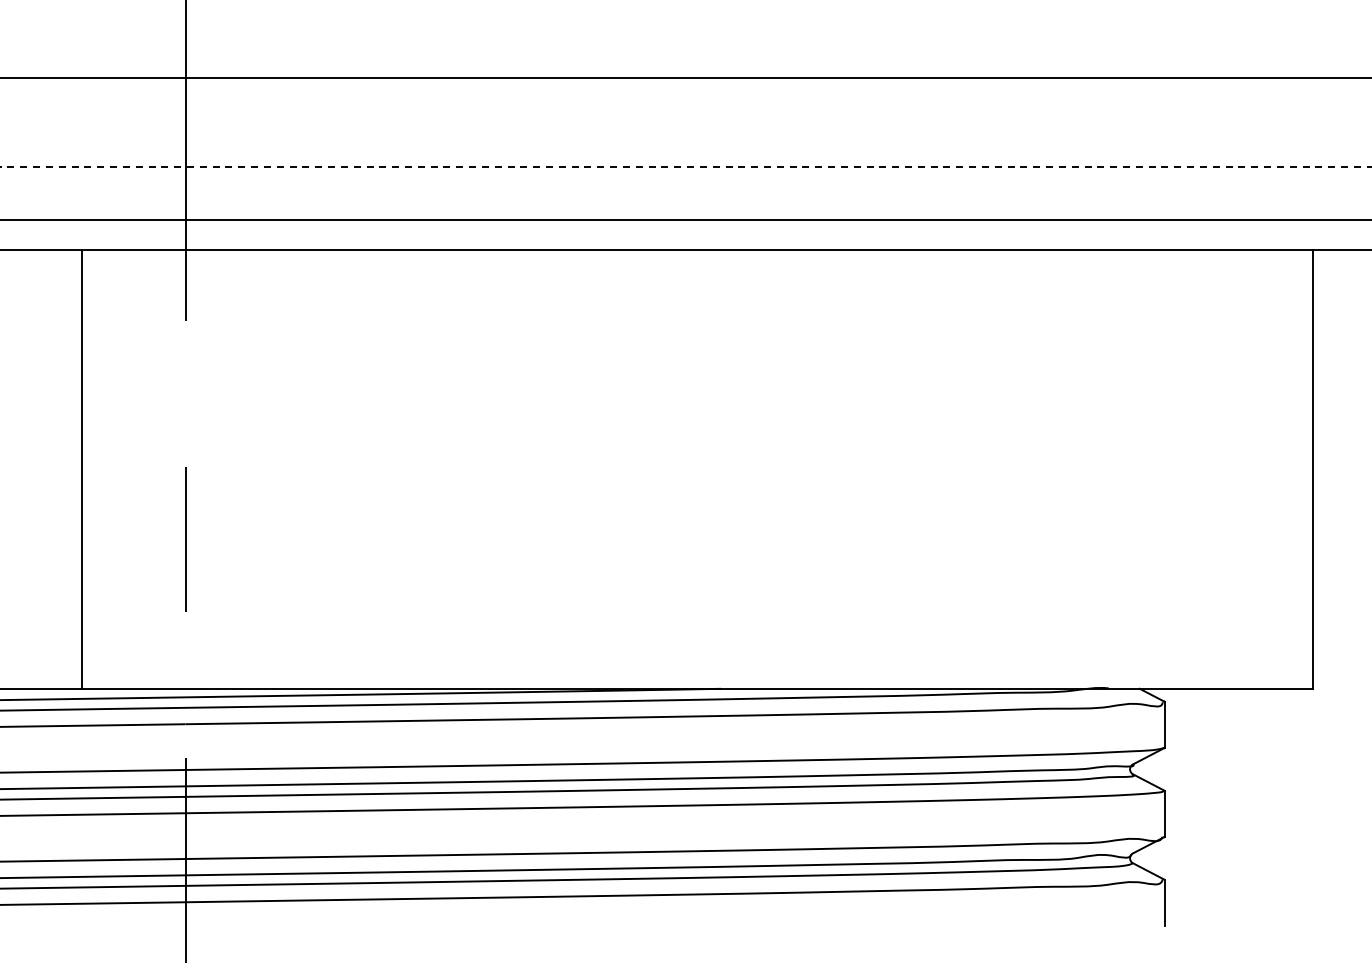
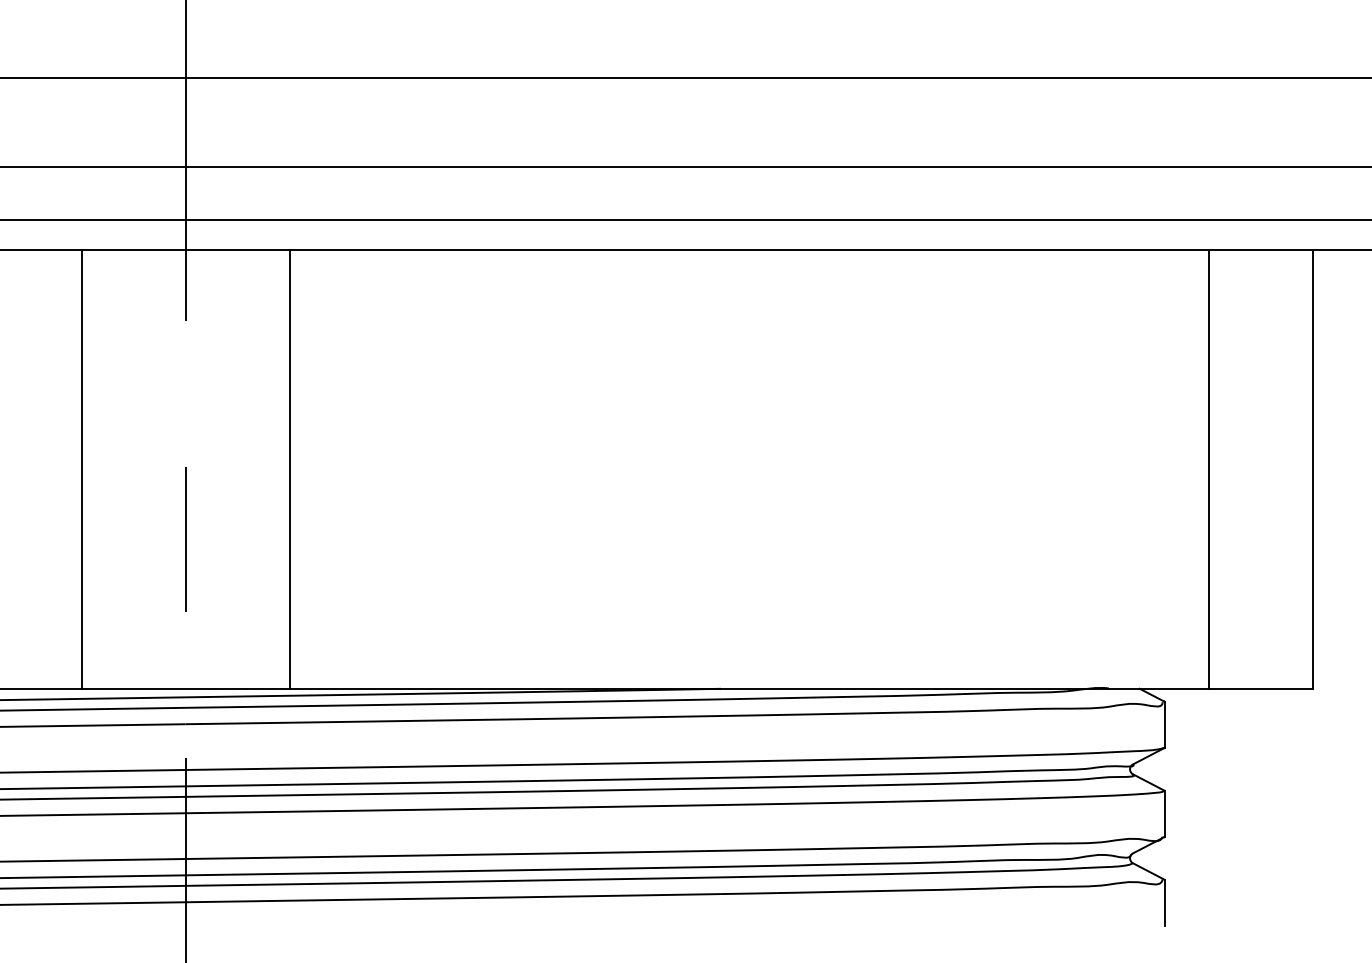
line at (685, 166): dashed -> solid
line at (289, 468): none -> present
line at (1208, 468): none -> present
